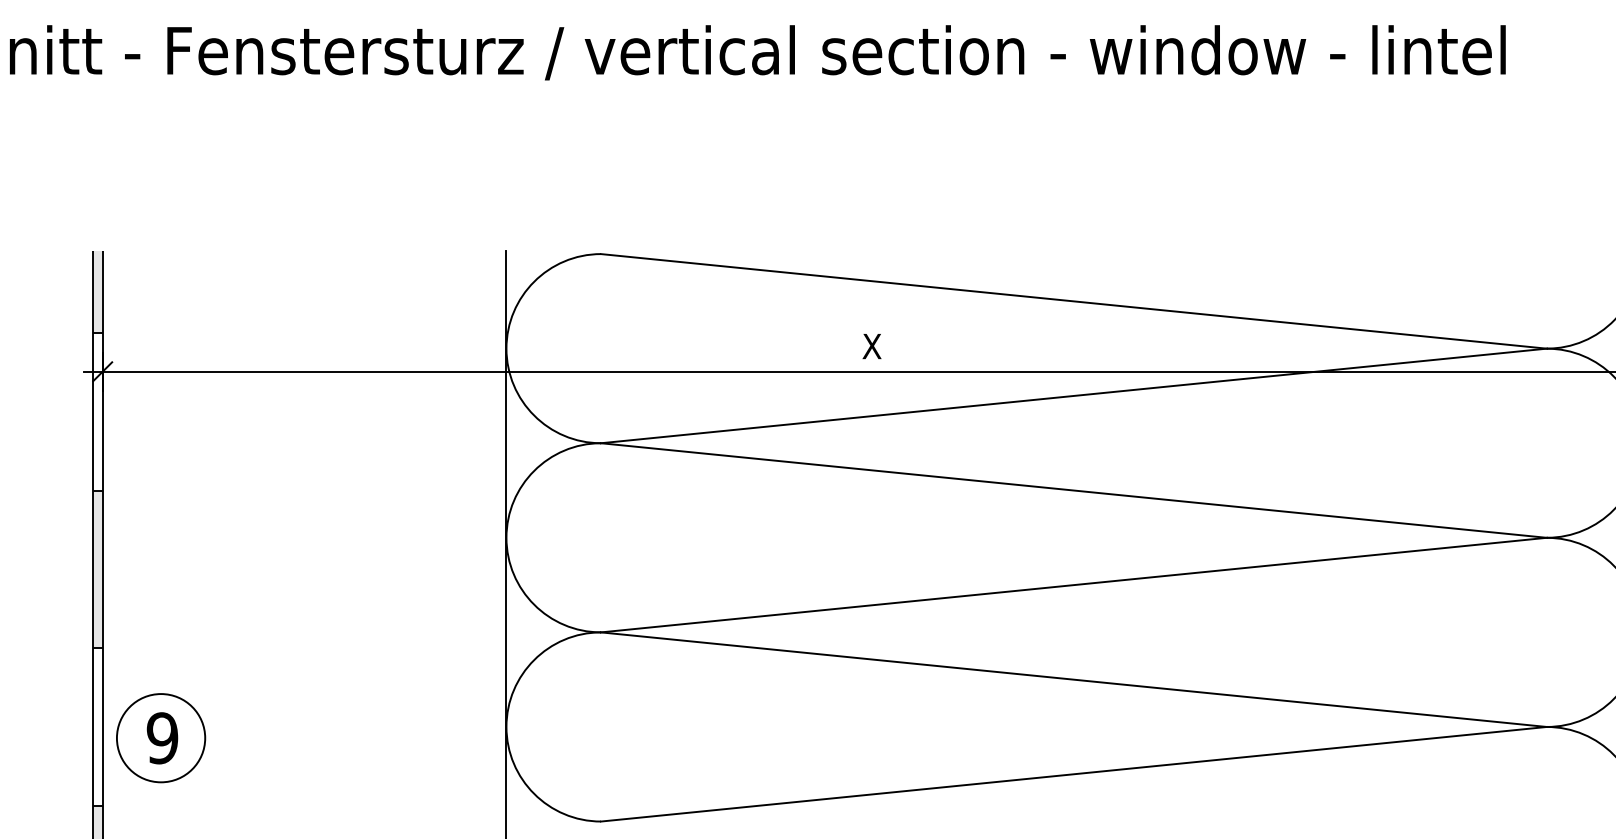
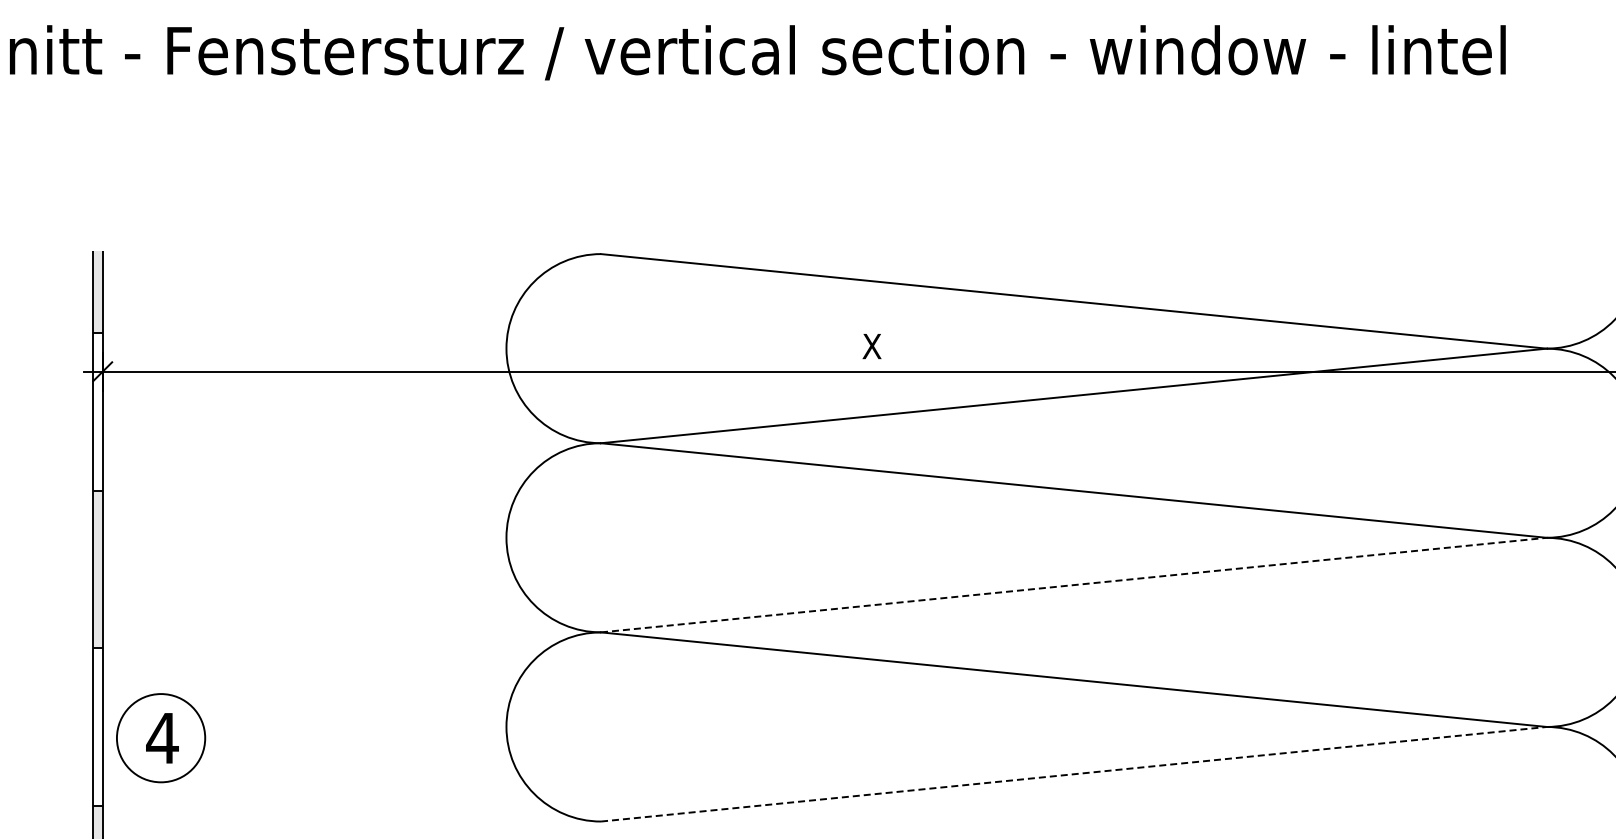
line at (506, 543): present -> none
line at (1074, 585): solid -> dashed
text at (162, 738): 9 -> 4
line at (1074, 774): solid -> dashed
